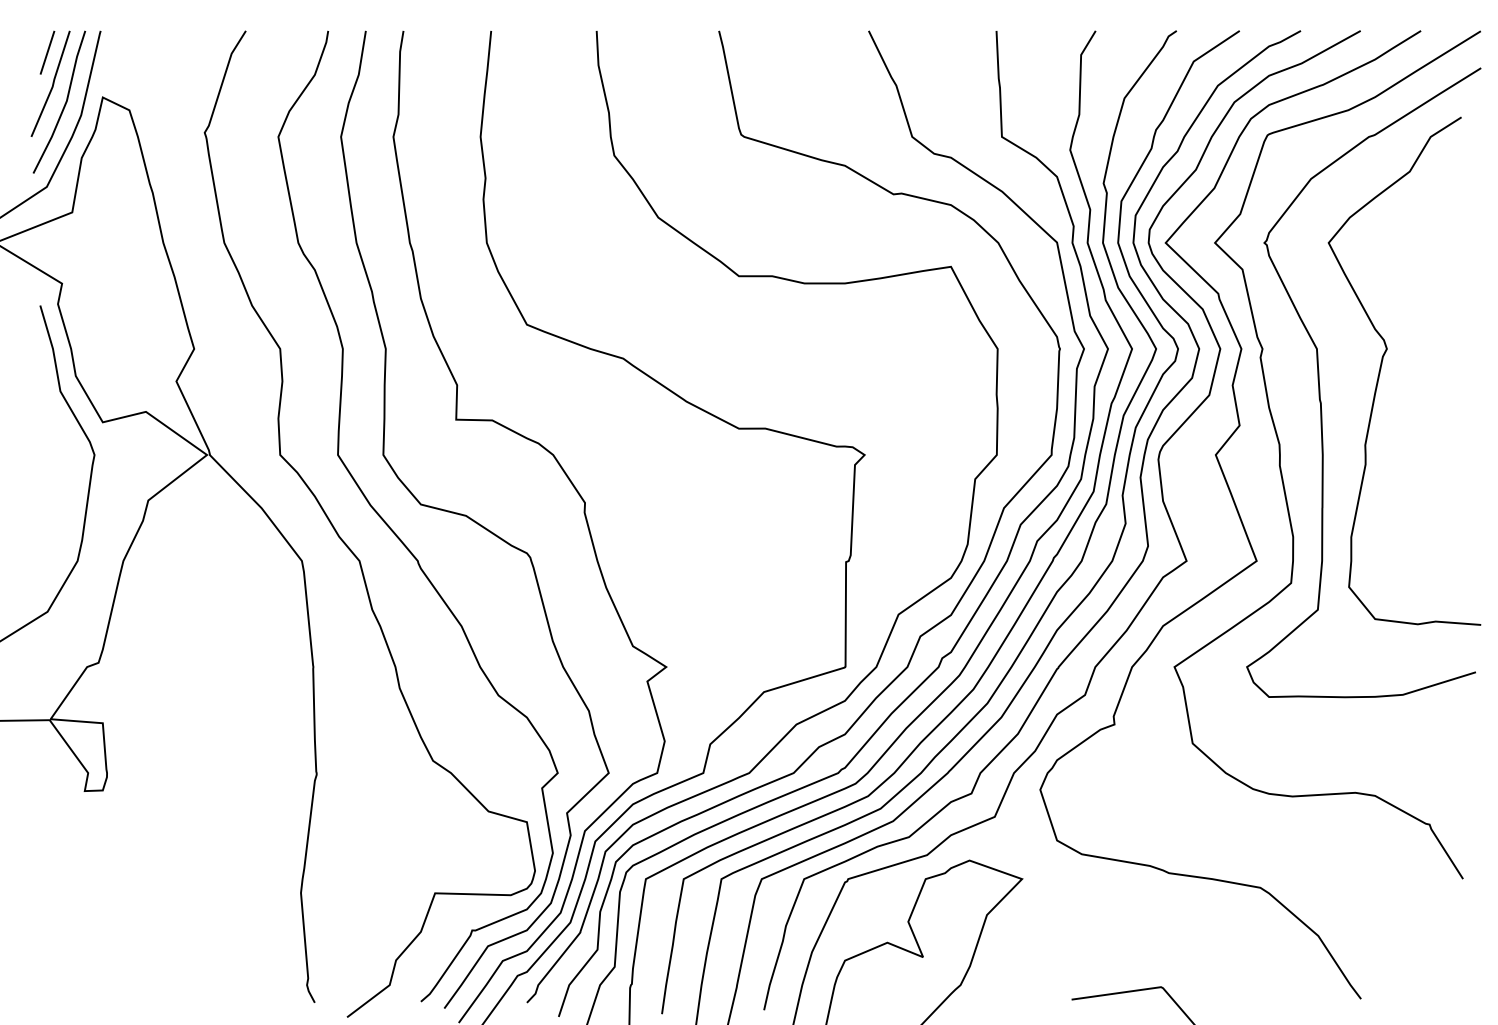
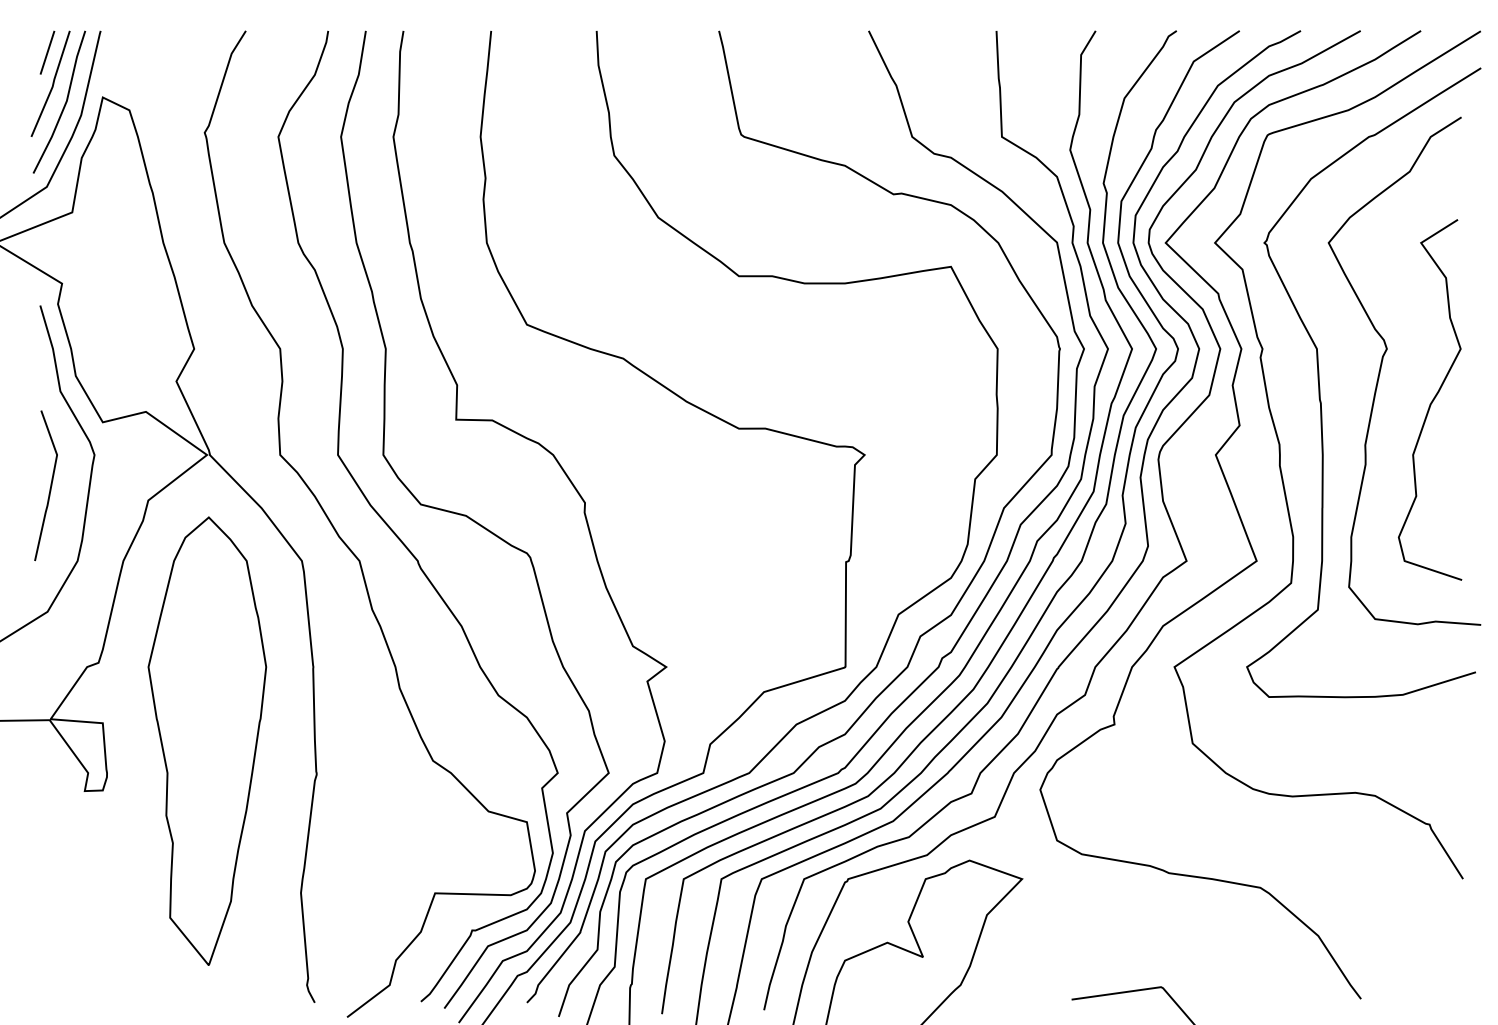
curve at (1431, 400): none -> present
line at (50, 485): none -> present
part at (207, 740): none -> present
